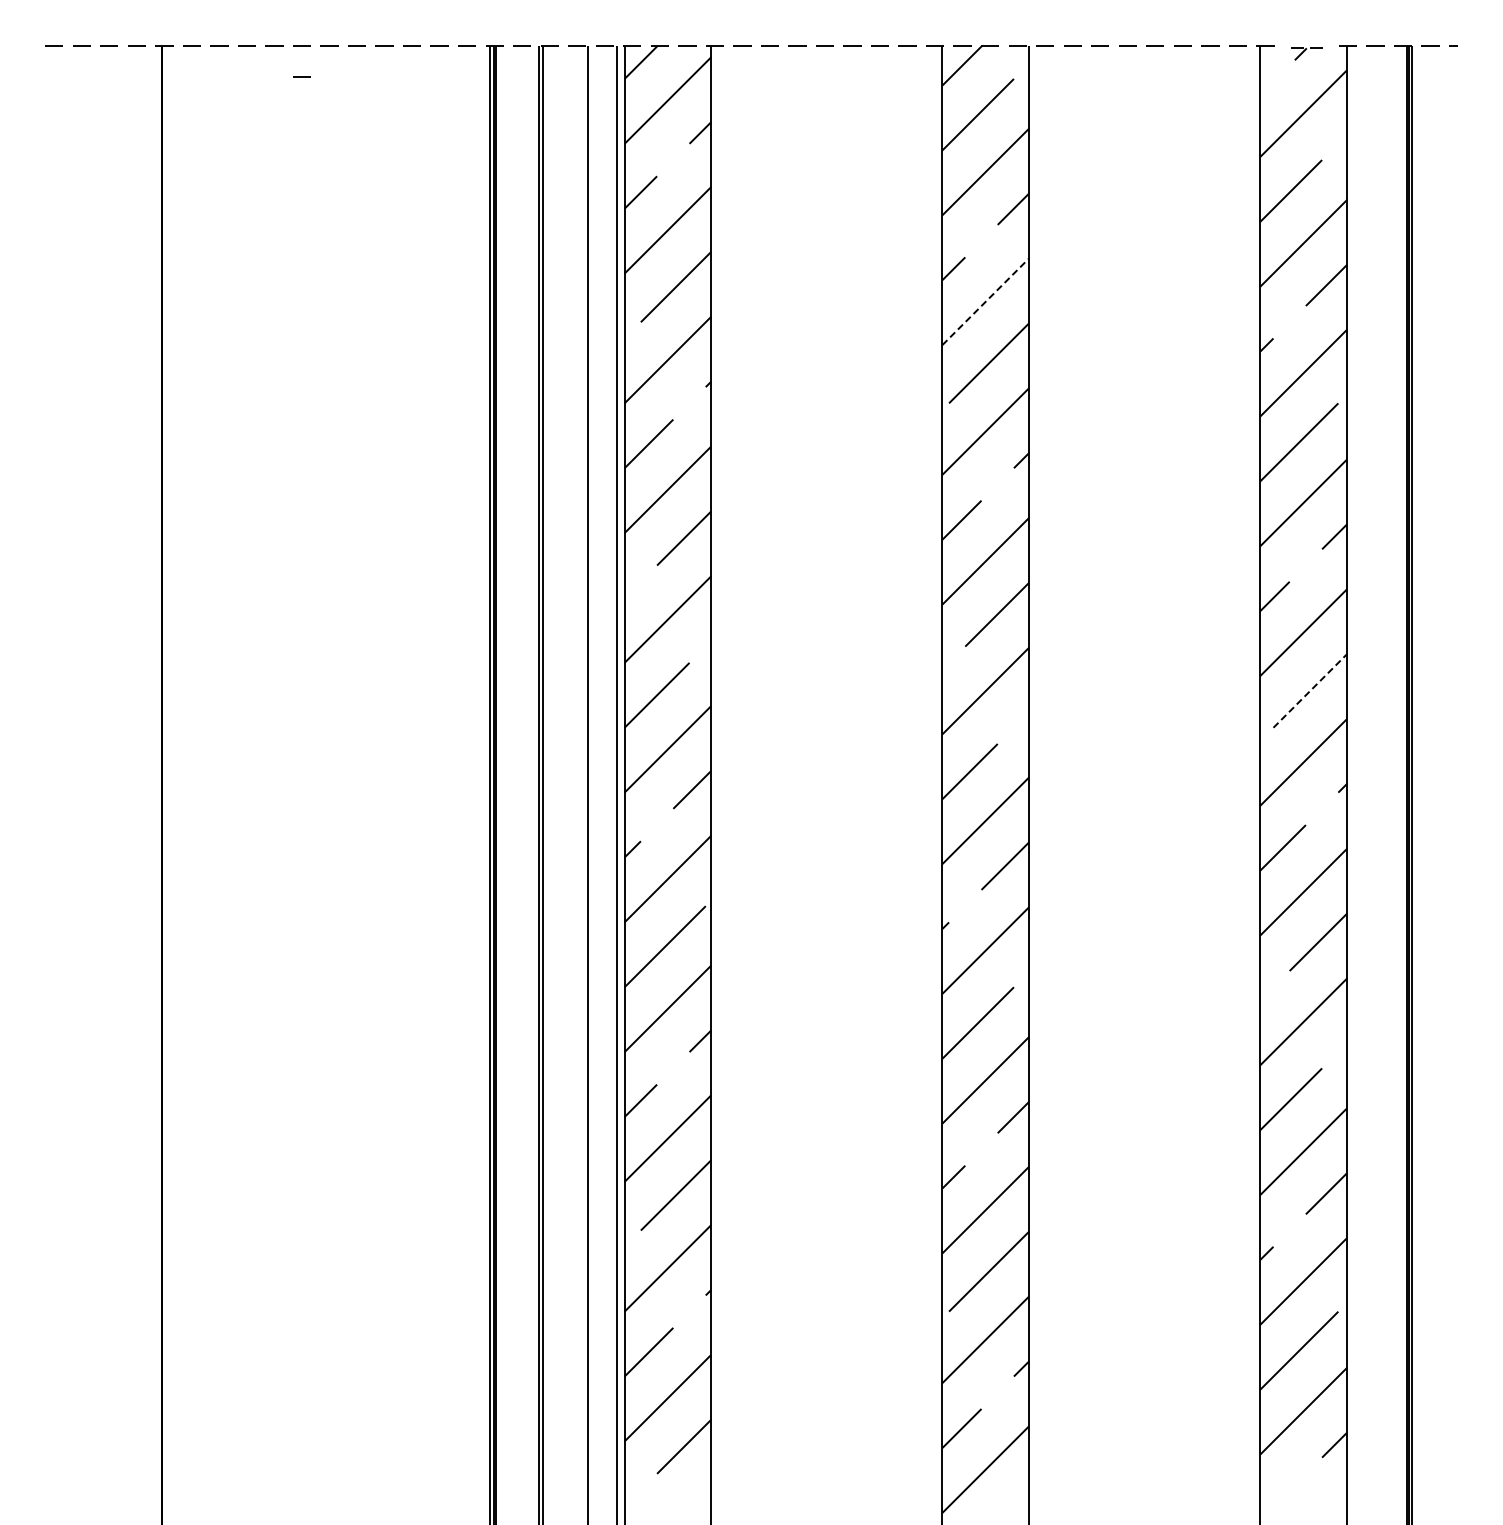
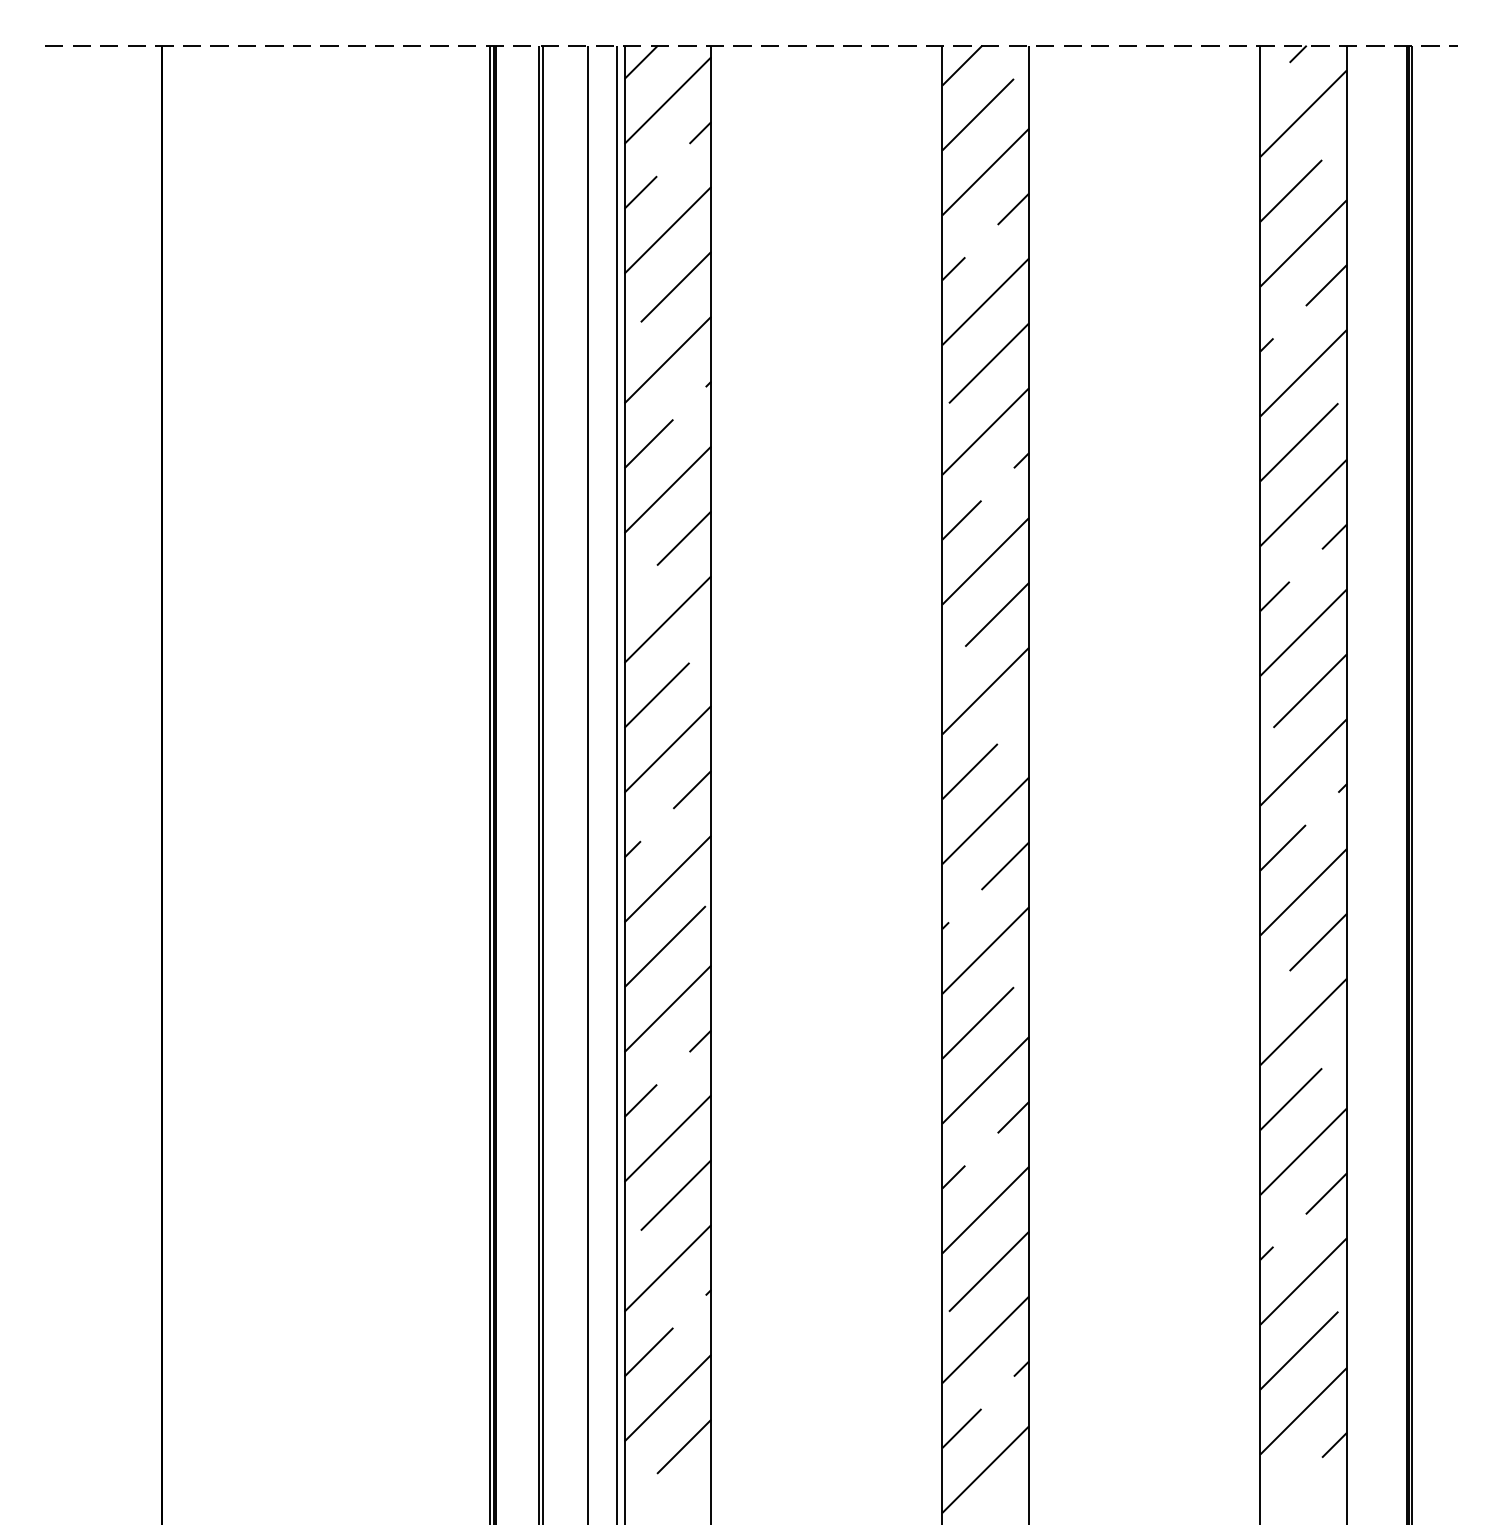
part at (1306, 53) size: 32x14 px -> 46x19 px
line at (301, 76): present -> none
line at (986, 301): dashed -> solid
line at (1310, 690): dashed -> solid
